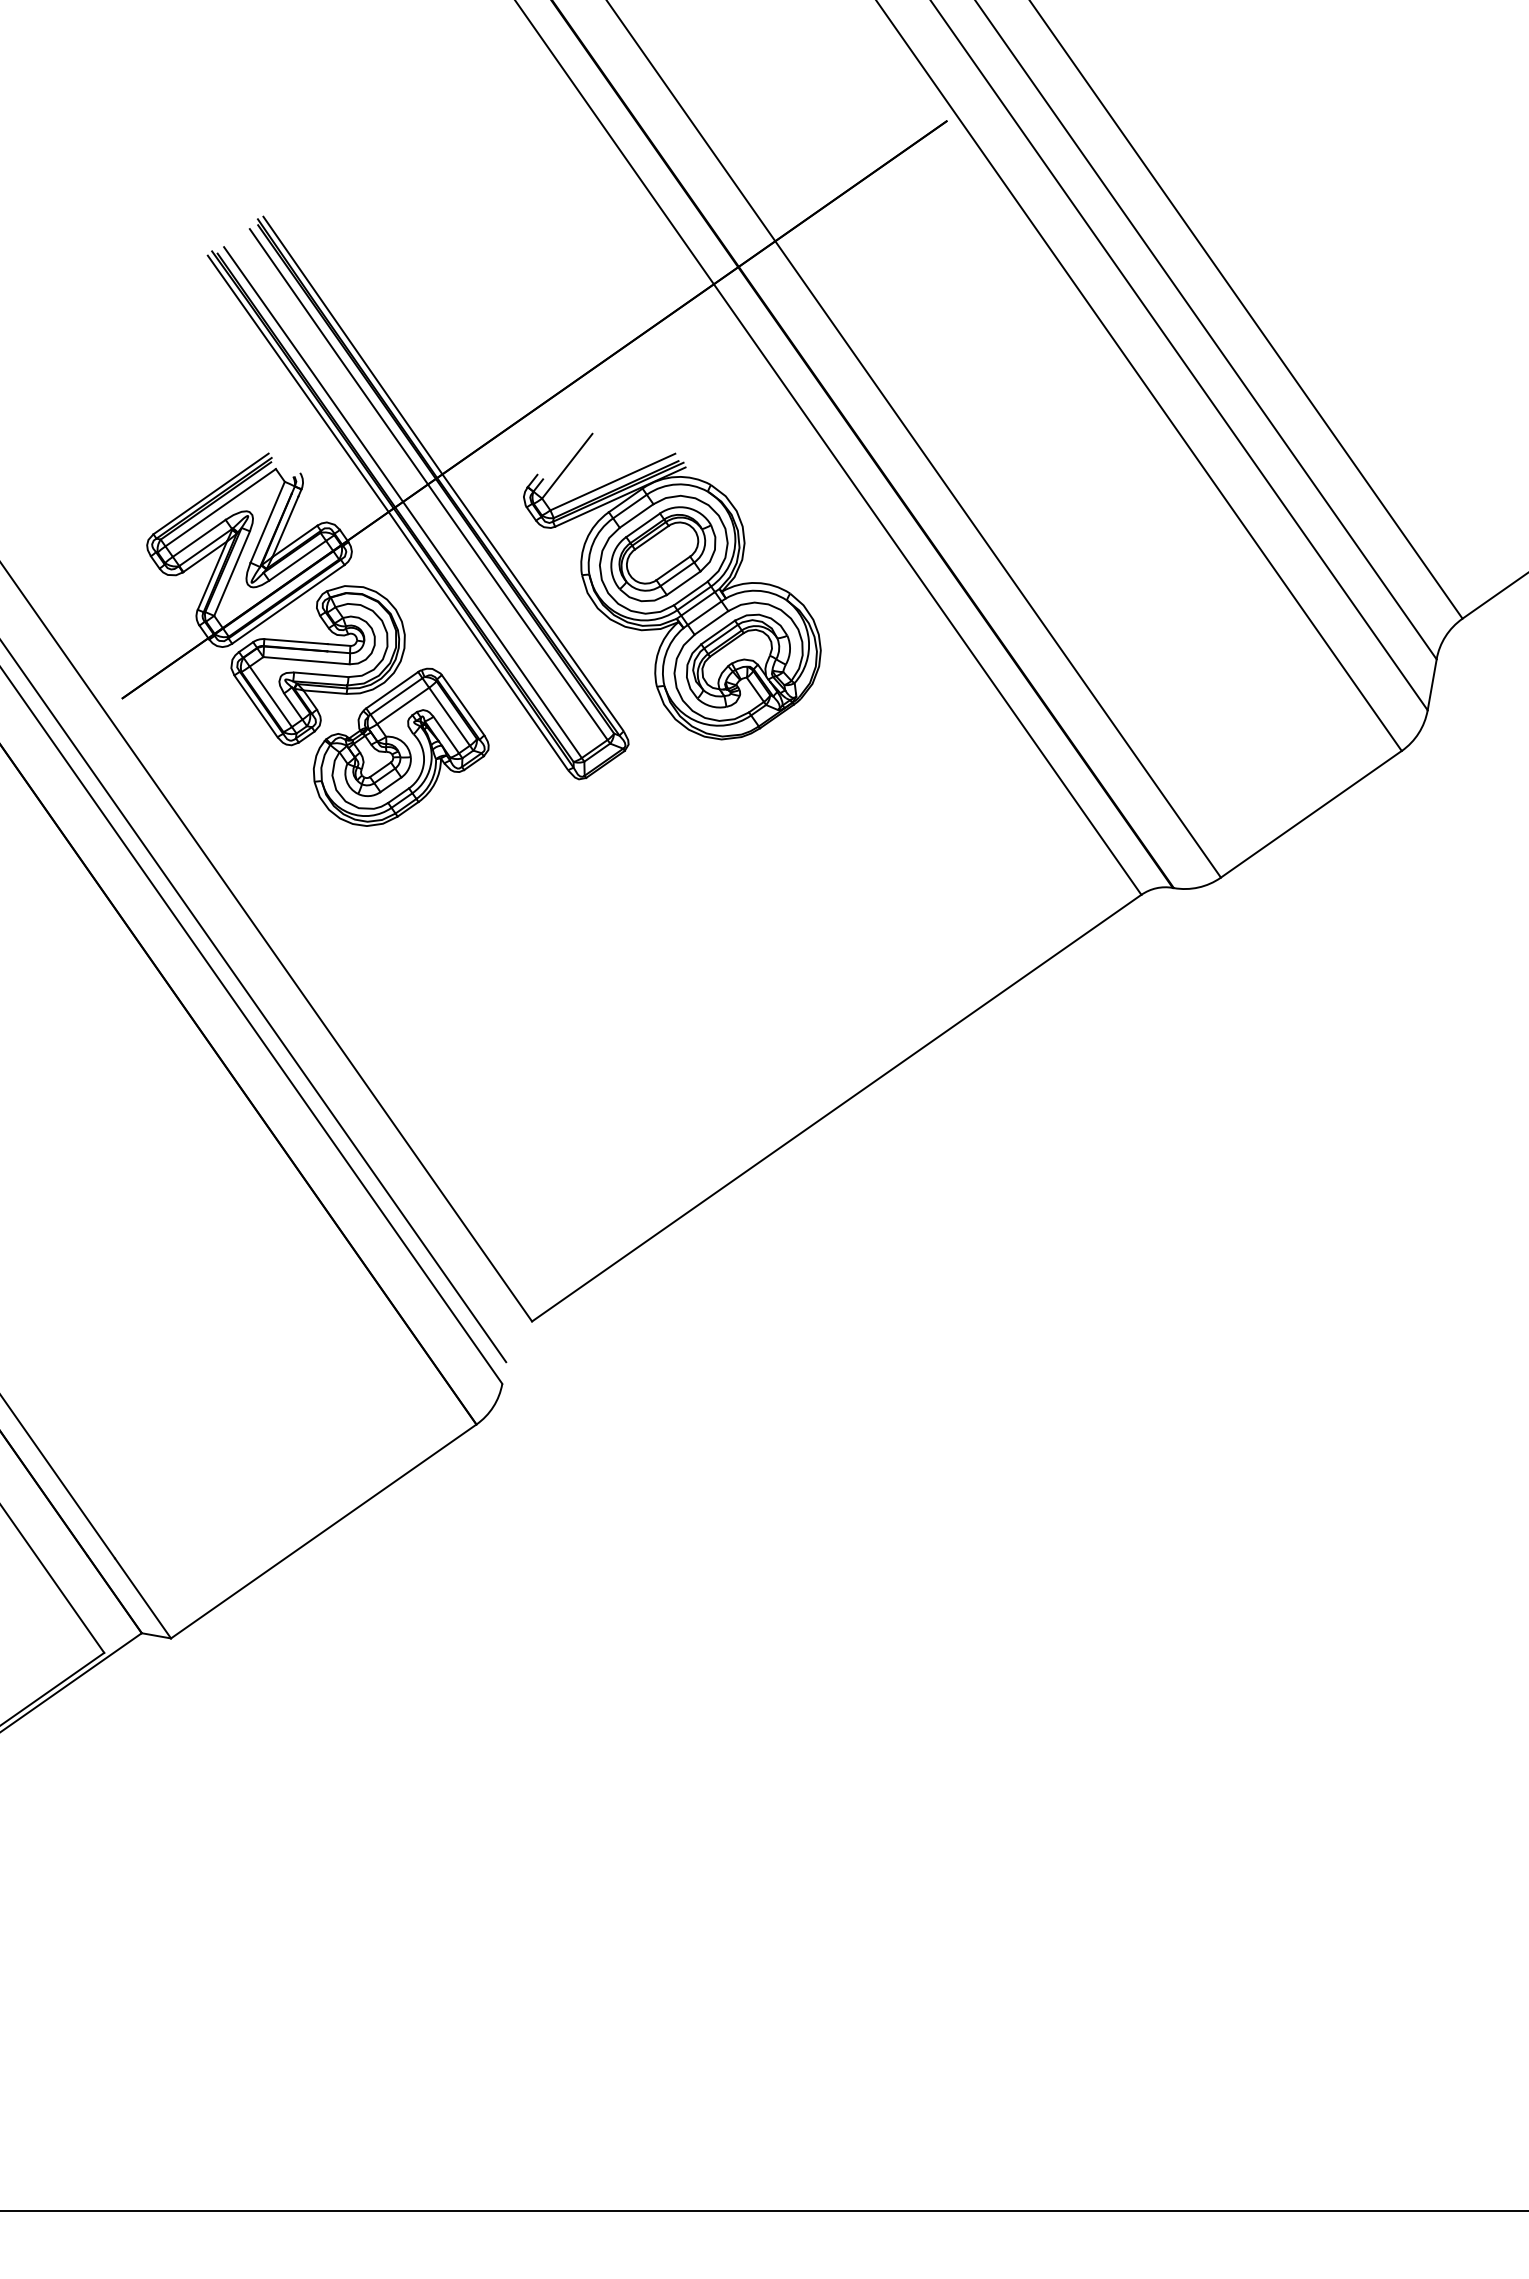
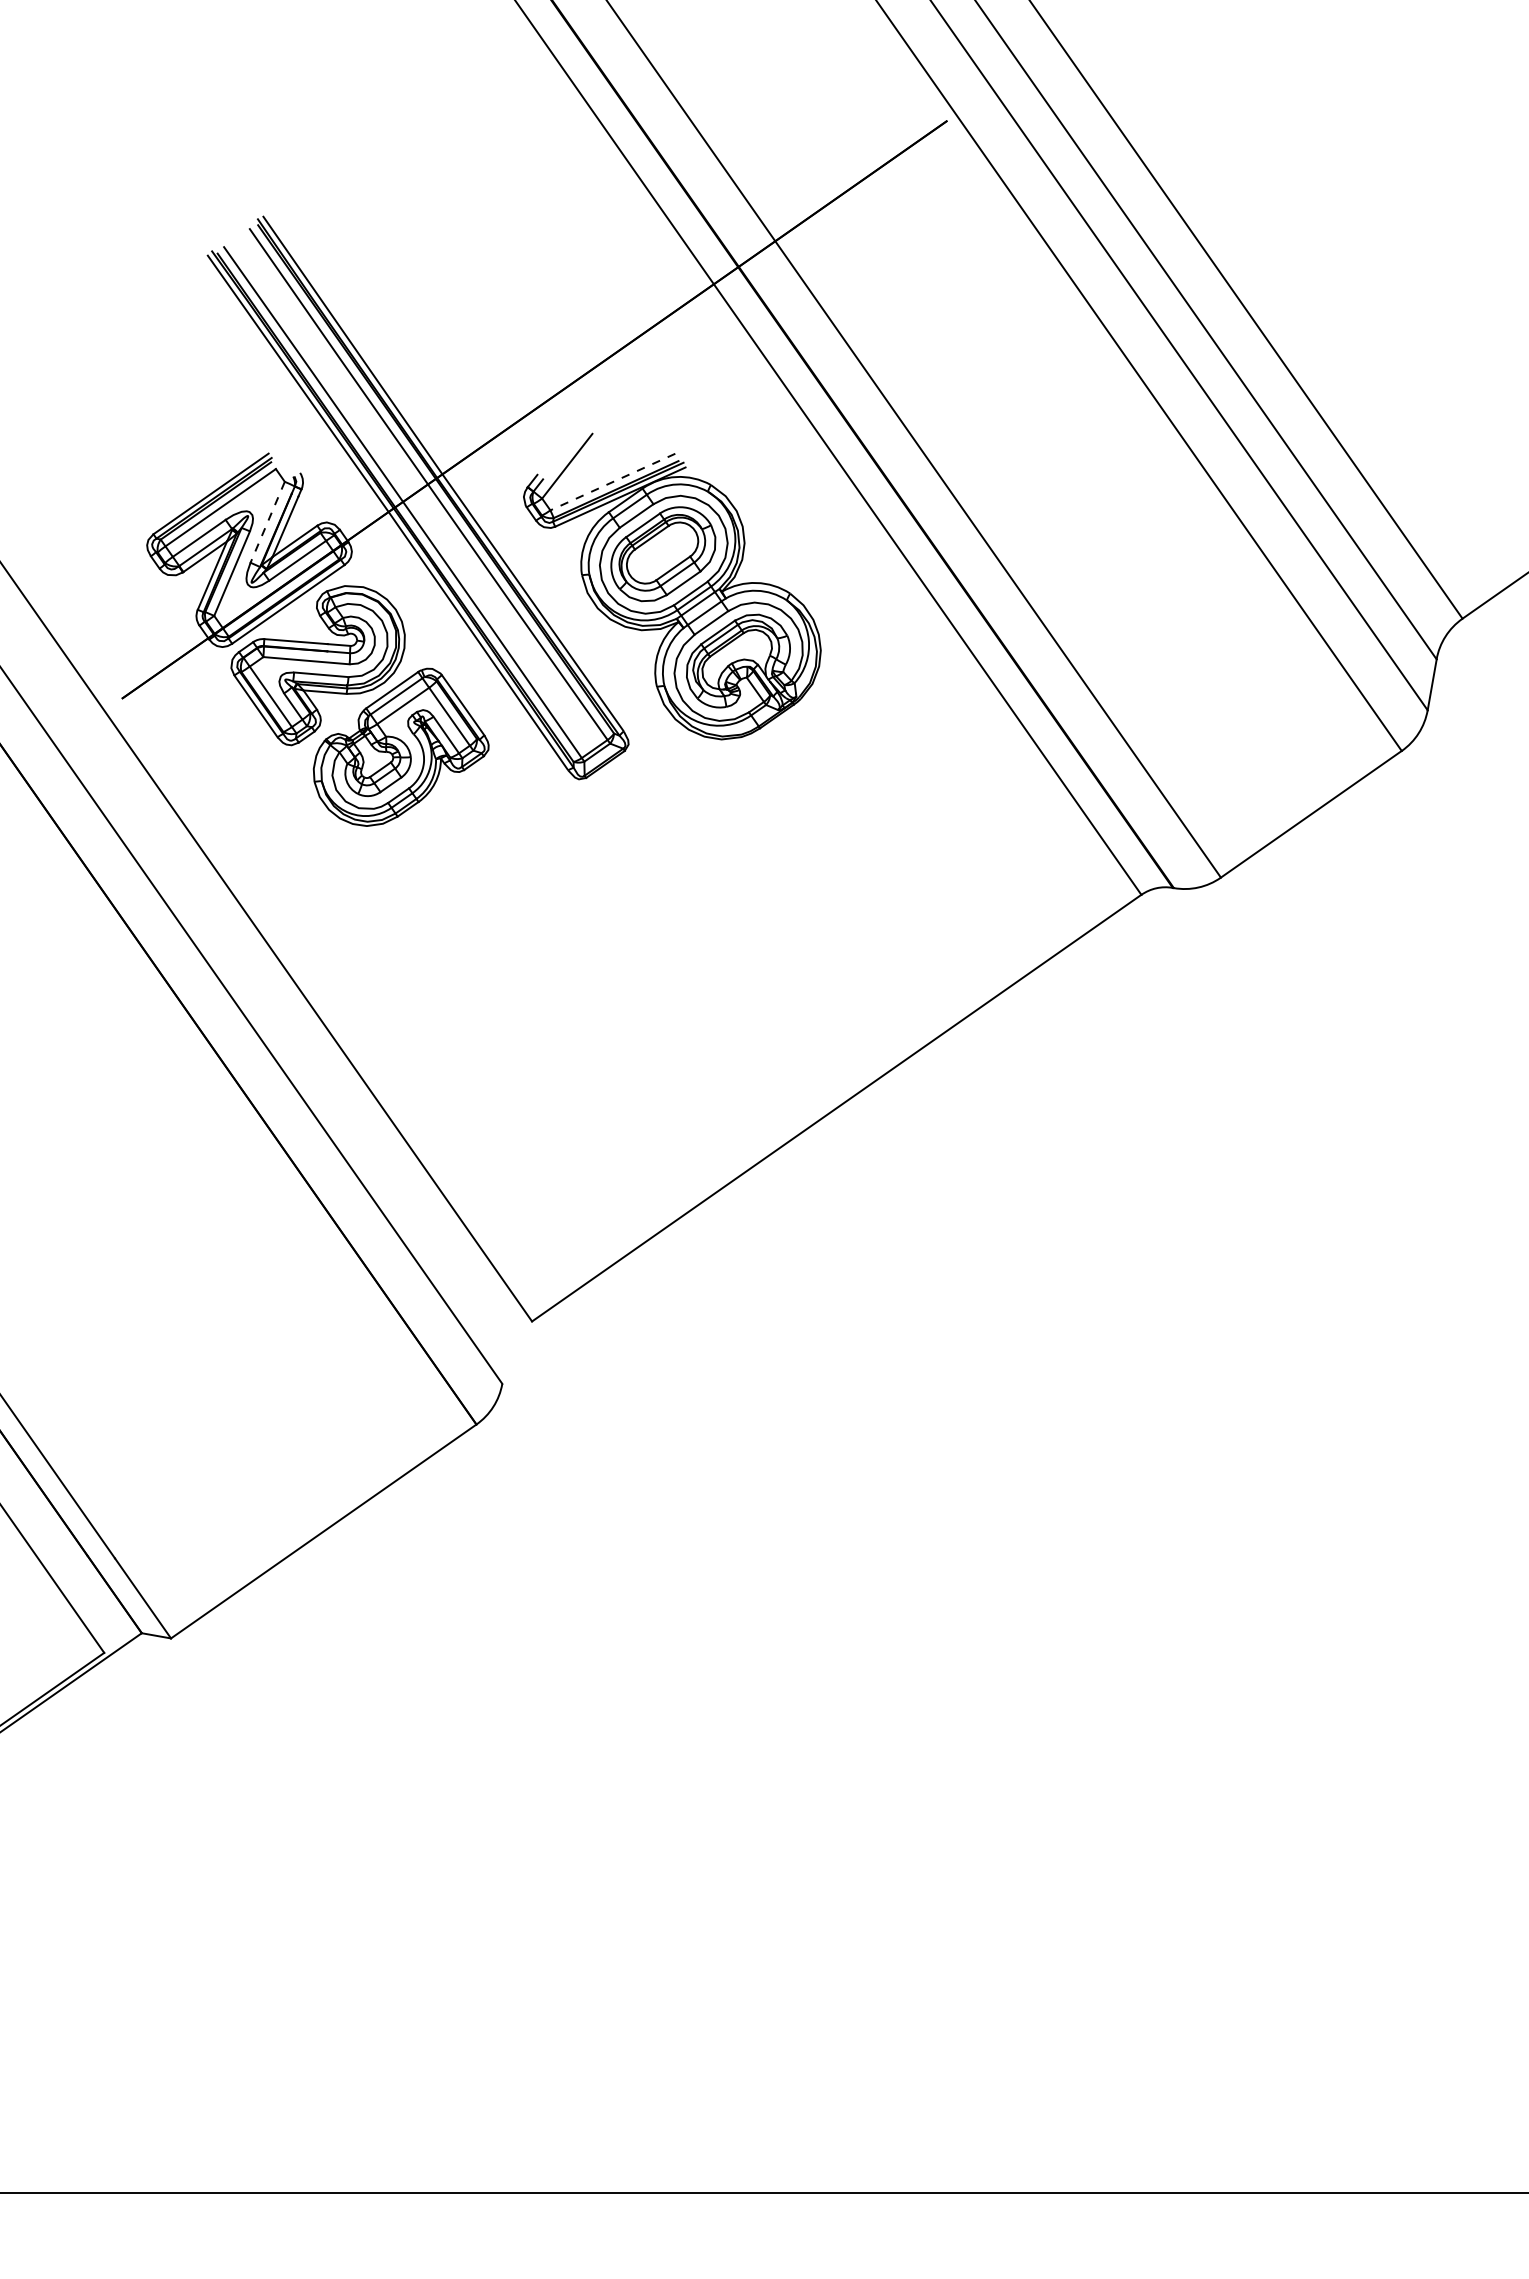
line at (612, 482): solid -> dashed
line at (267, 522): solid -> dashed
line at (254, 1002): present -> none
line at (763, 2210) position: (763, 2210) -> (763, 2192)
